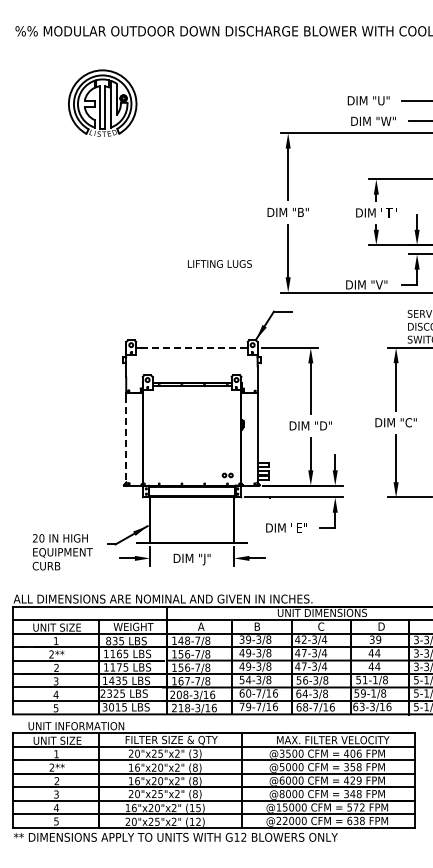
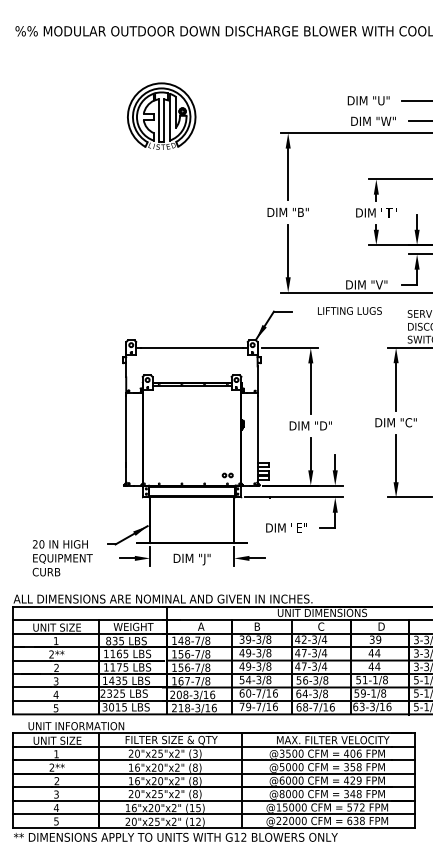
part at (102, 102) position: (102, 102) -> (161, 115)
text at (219, 263) position: (219, 263) -> (349, 310)
line at (191, 347): dashed -> solid
line at (126, 440): dashed -> solid
text at (62, 552) position: (62, 552) -> (62, 558)
